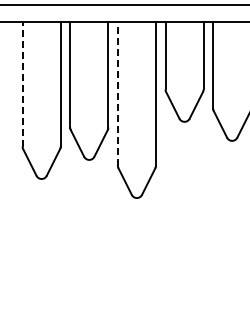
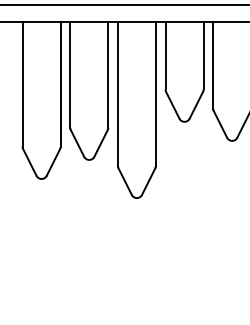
line at (22, 83): dashed -> solid
line at (117, 93): dashed -> solid
